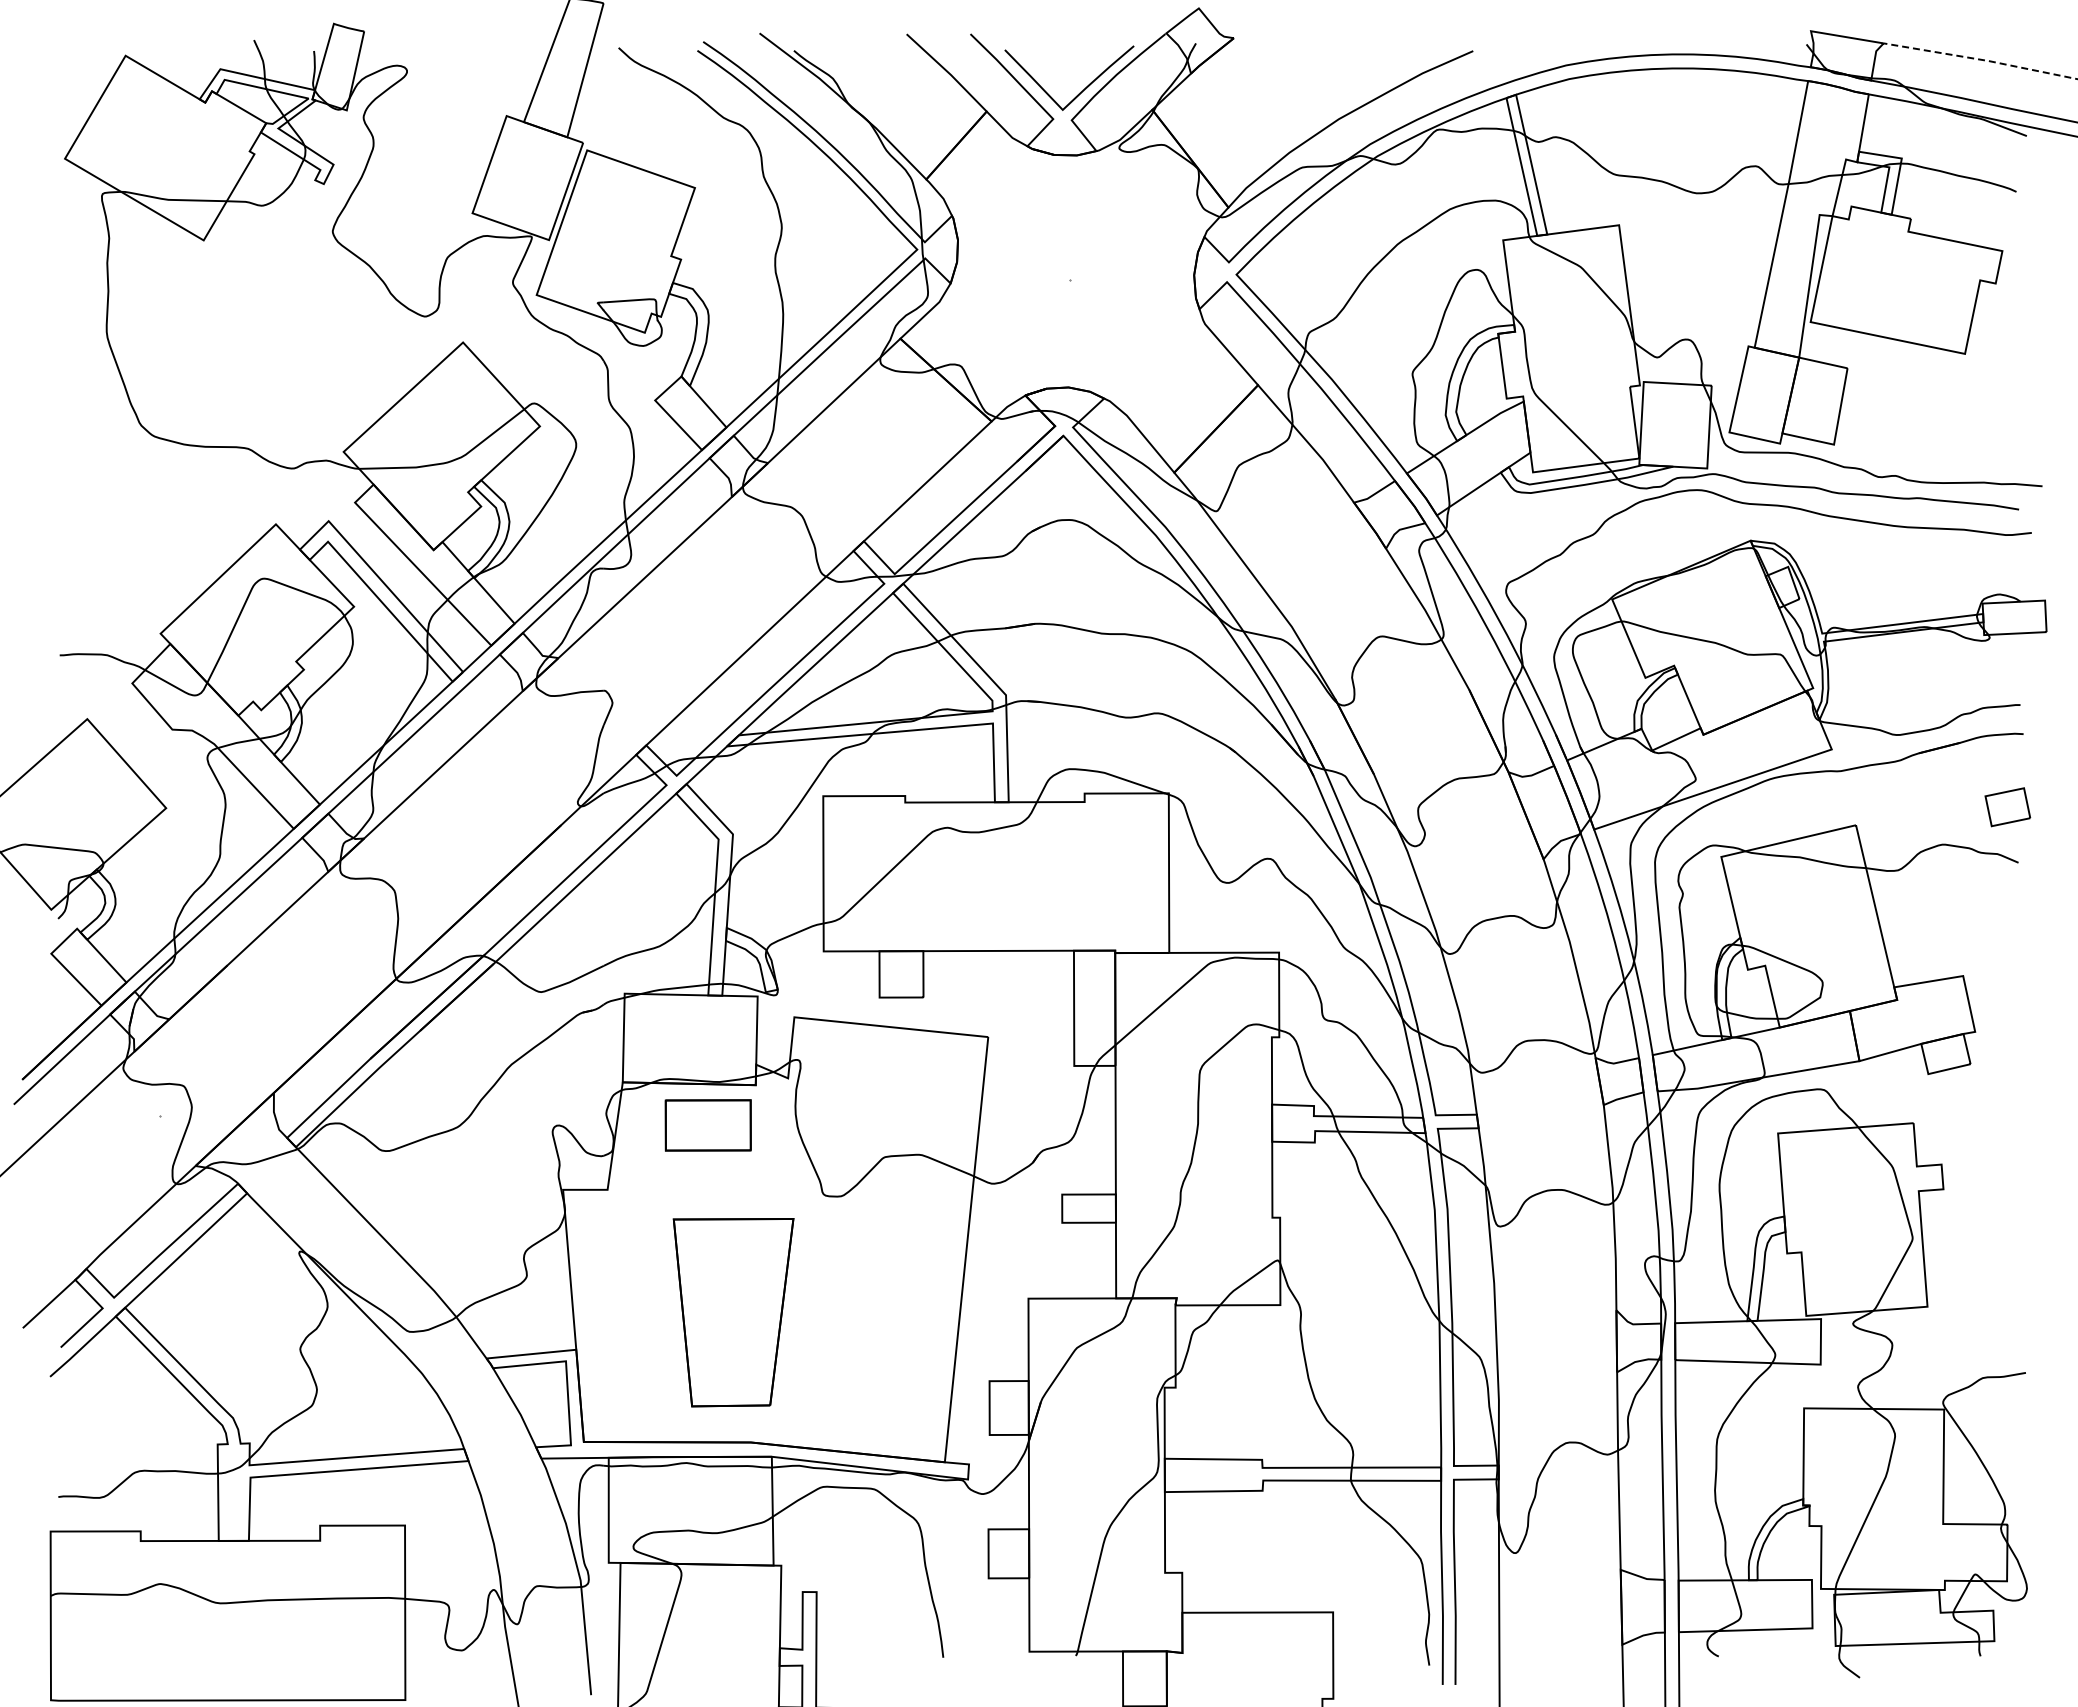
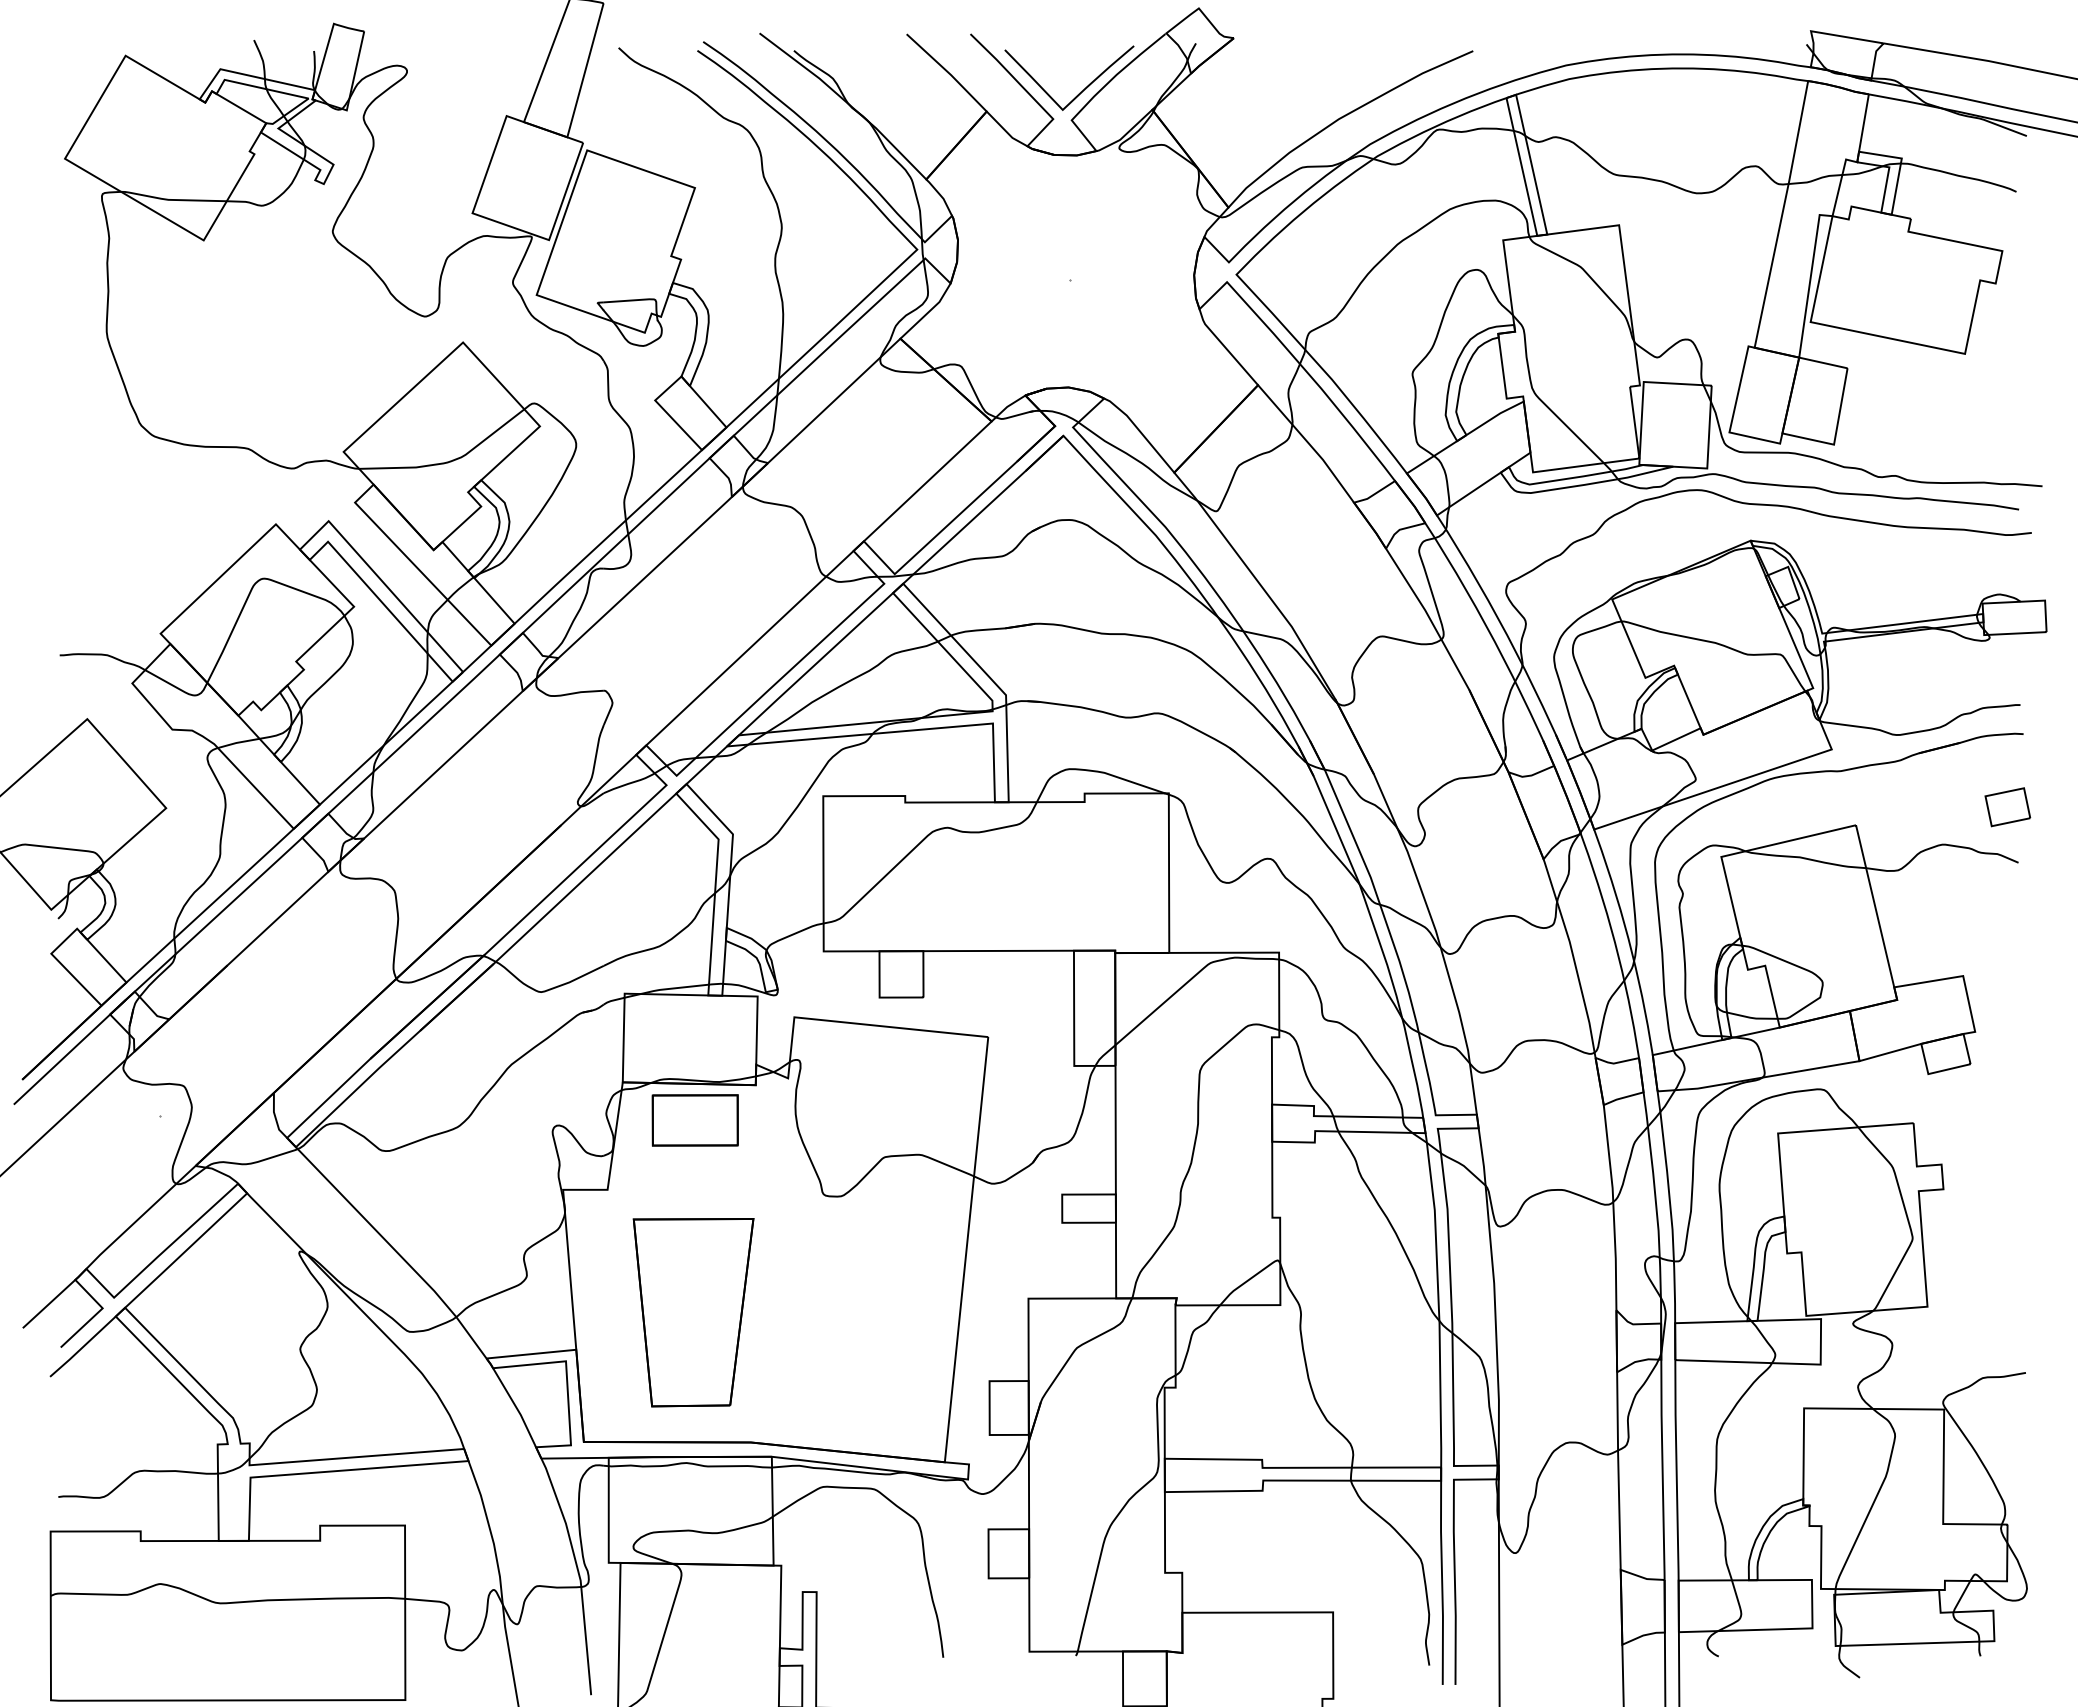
line at (1980, 59): dashed -> solid
part at (707, 1125) position: (707, 1125) -> (694, 1120)
part at (733, 1312) position: (733, 1312) -> (693, 1312)
